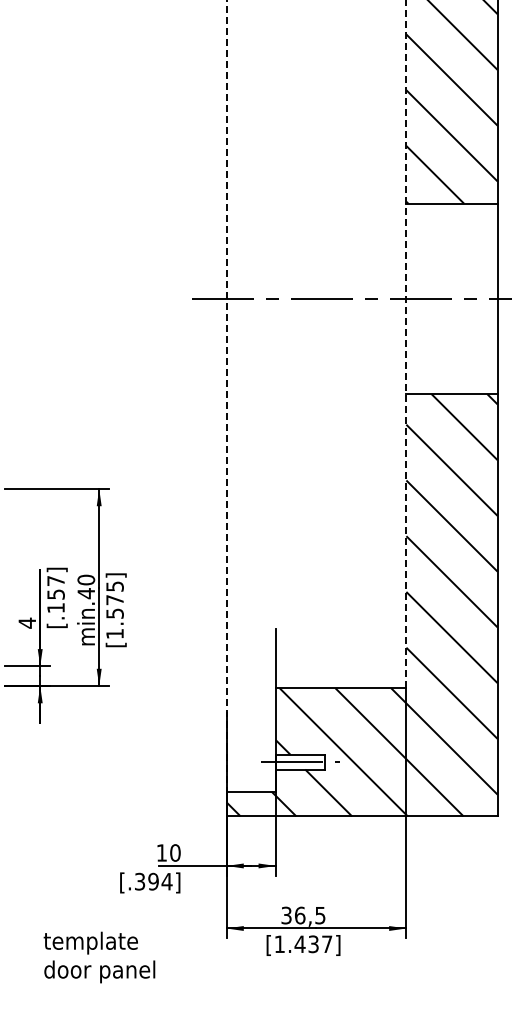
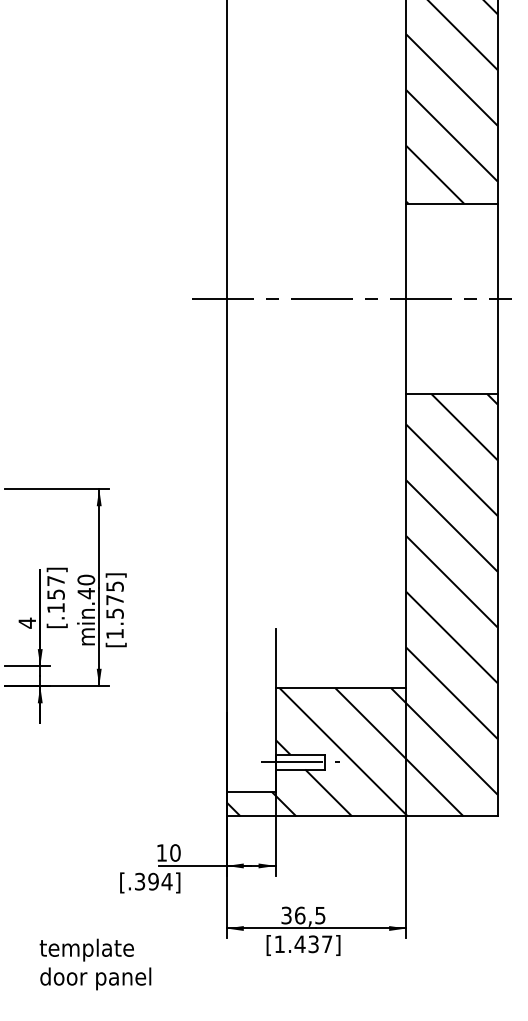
line at (406, 344): dashed -> solid
line at (226, 408): dashed -> solid
text at (99, 957) position: (99, 957) -> (95, 964)
